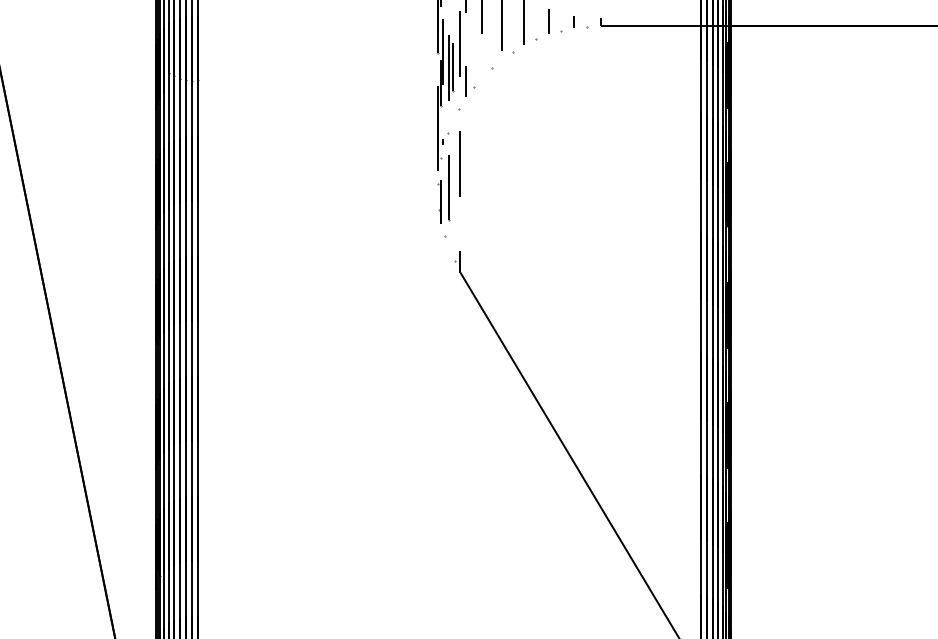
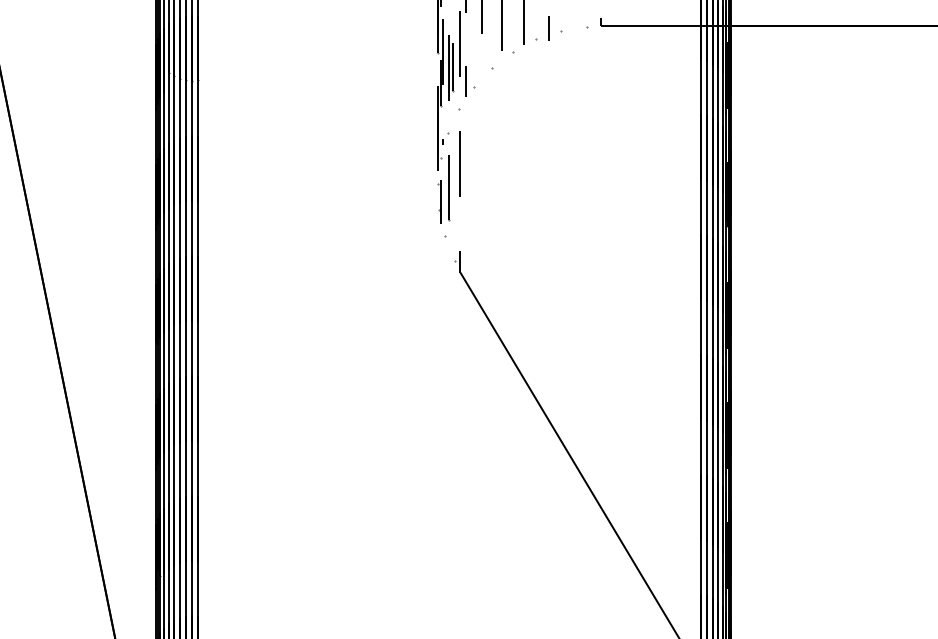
line at (548, 21) position: (548, 21) -> (548, 28)
line at (573, 21): present -> none
